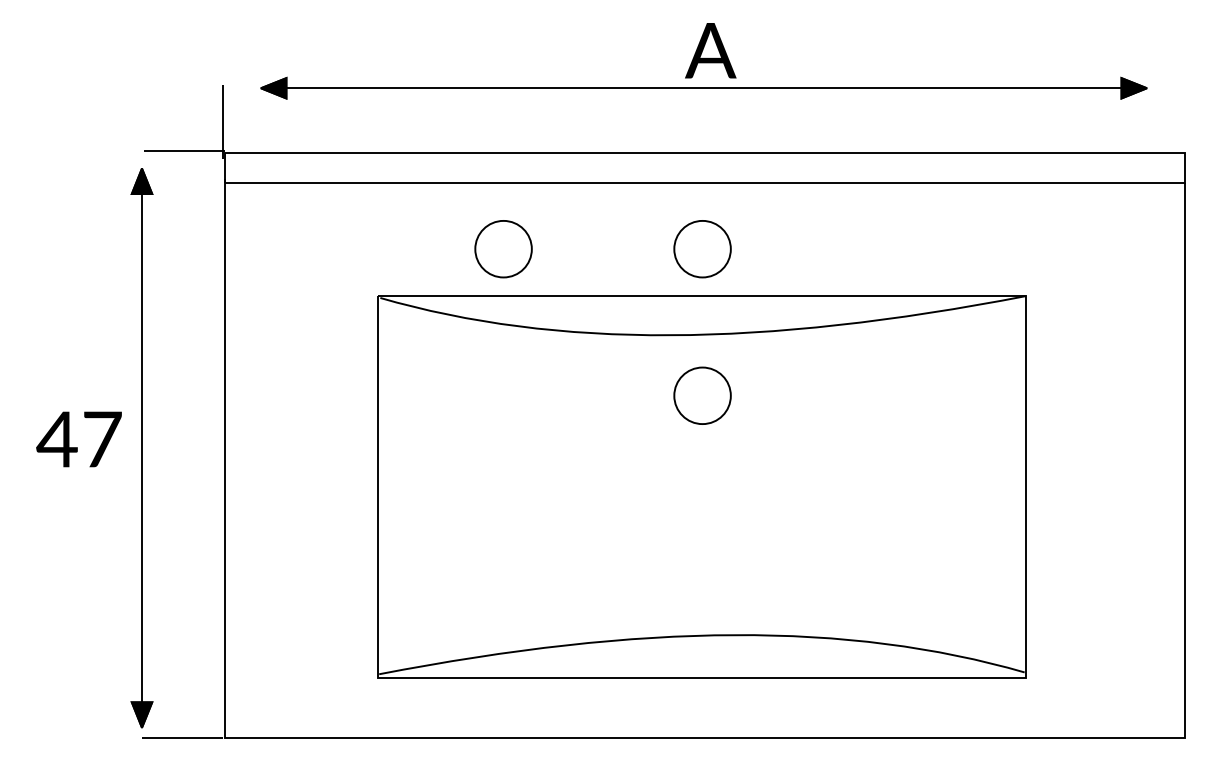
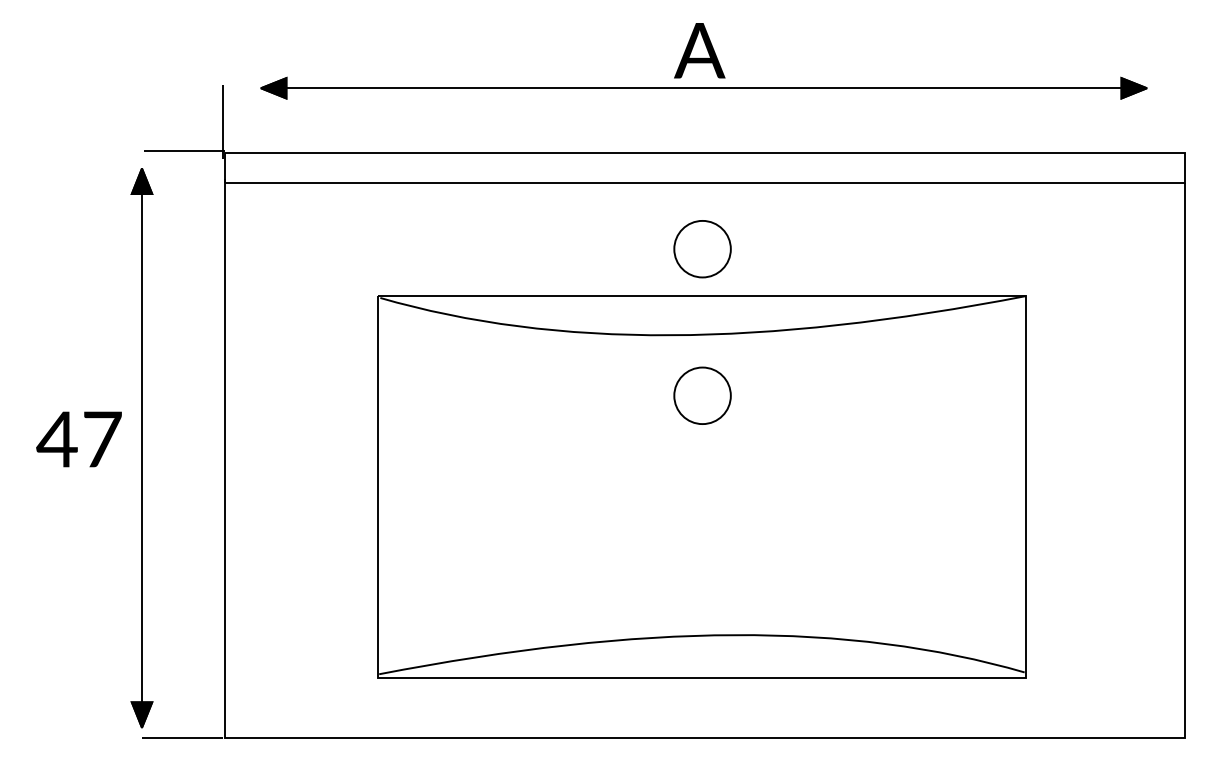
text at (710, 50) position: (710, 50) -> (699, 50)
part at (503, 249): present -> none
